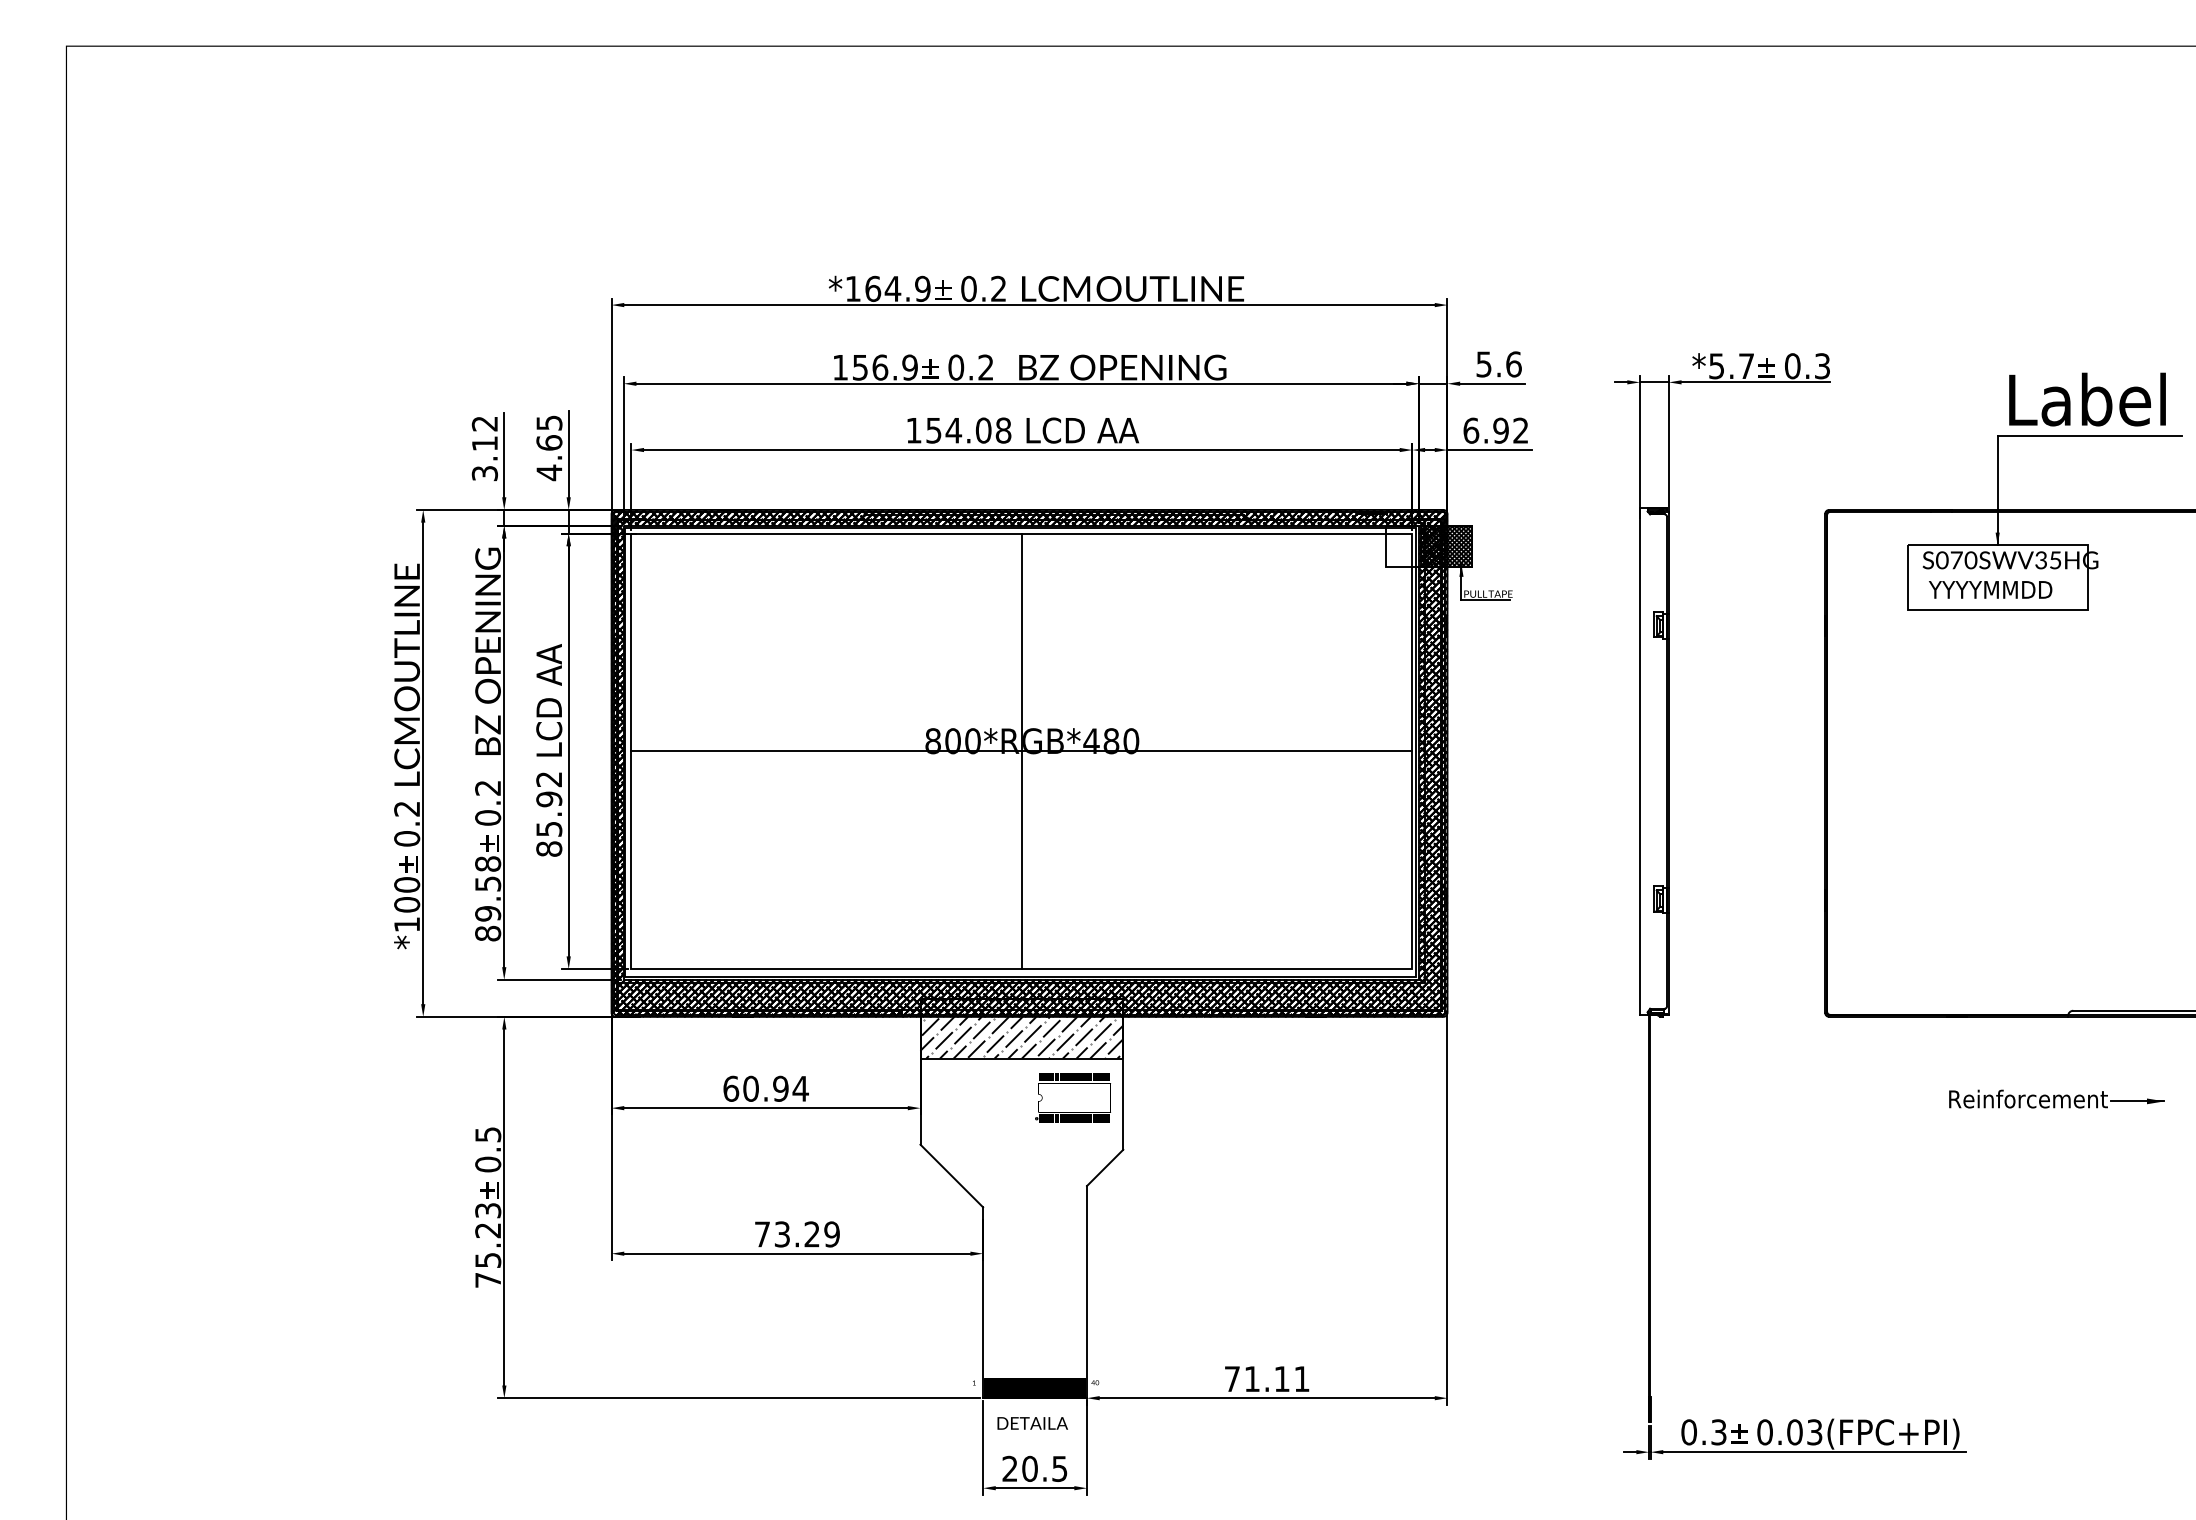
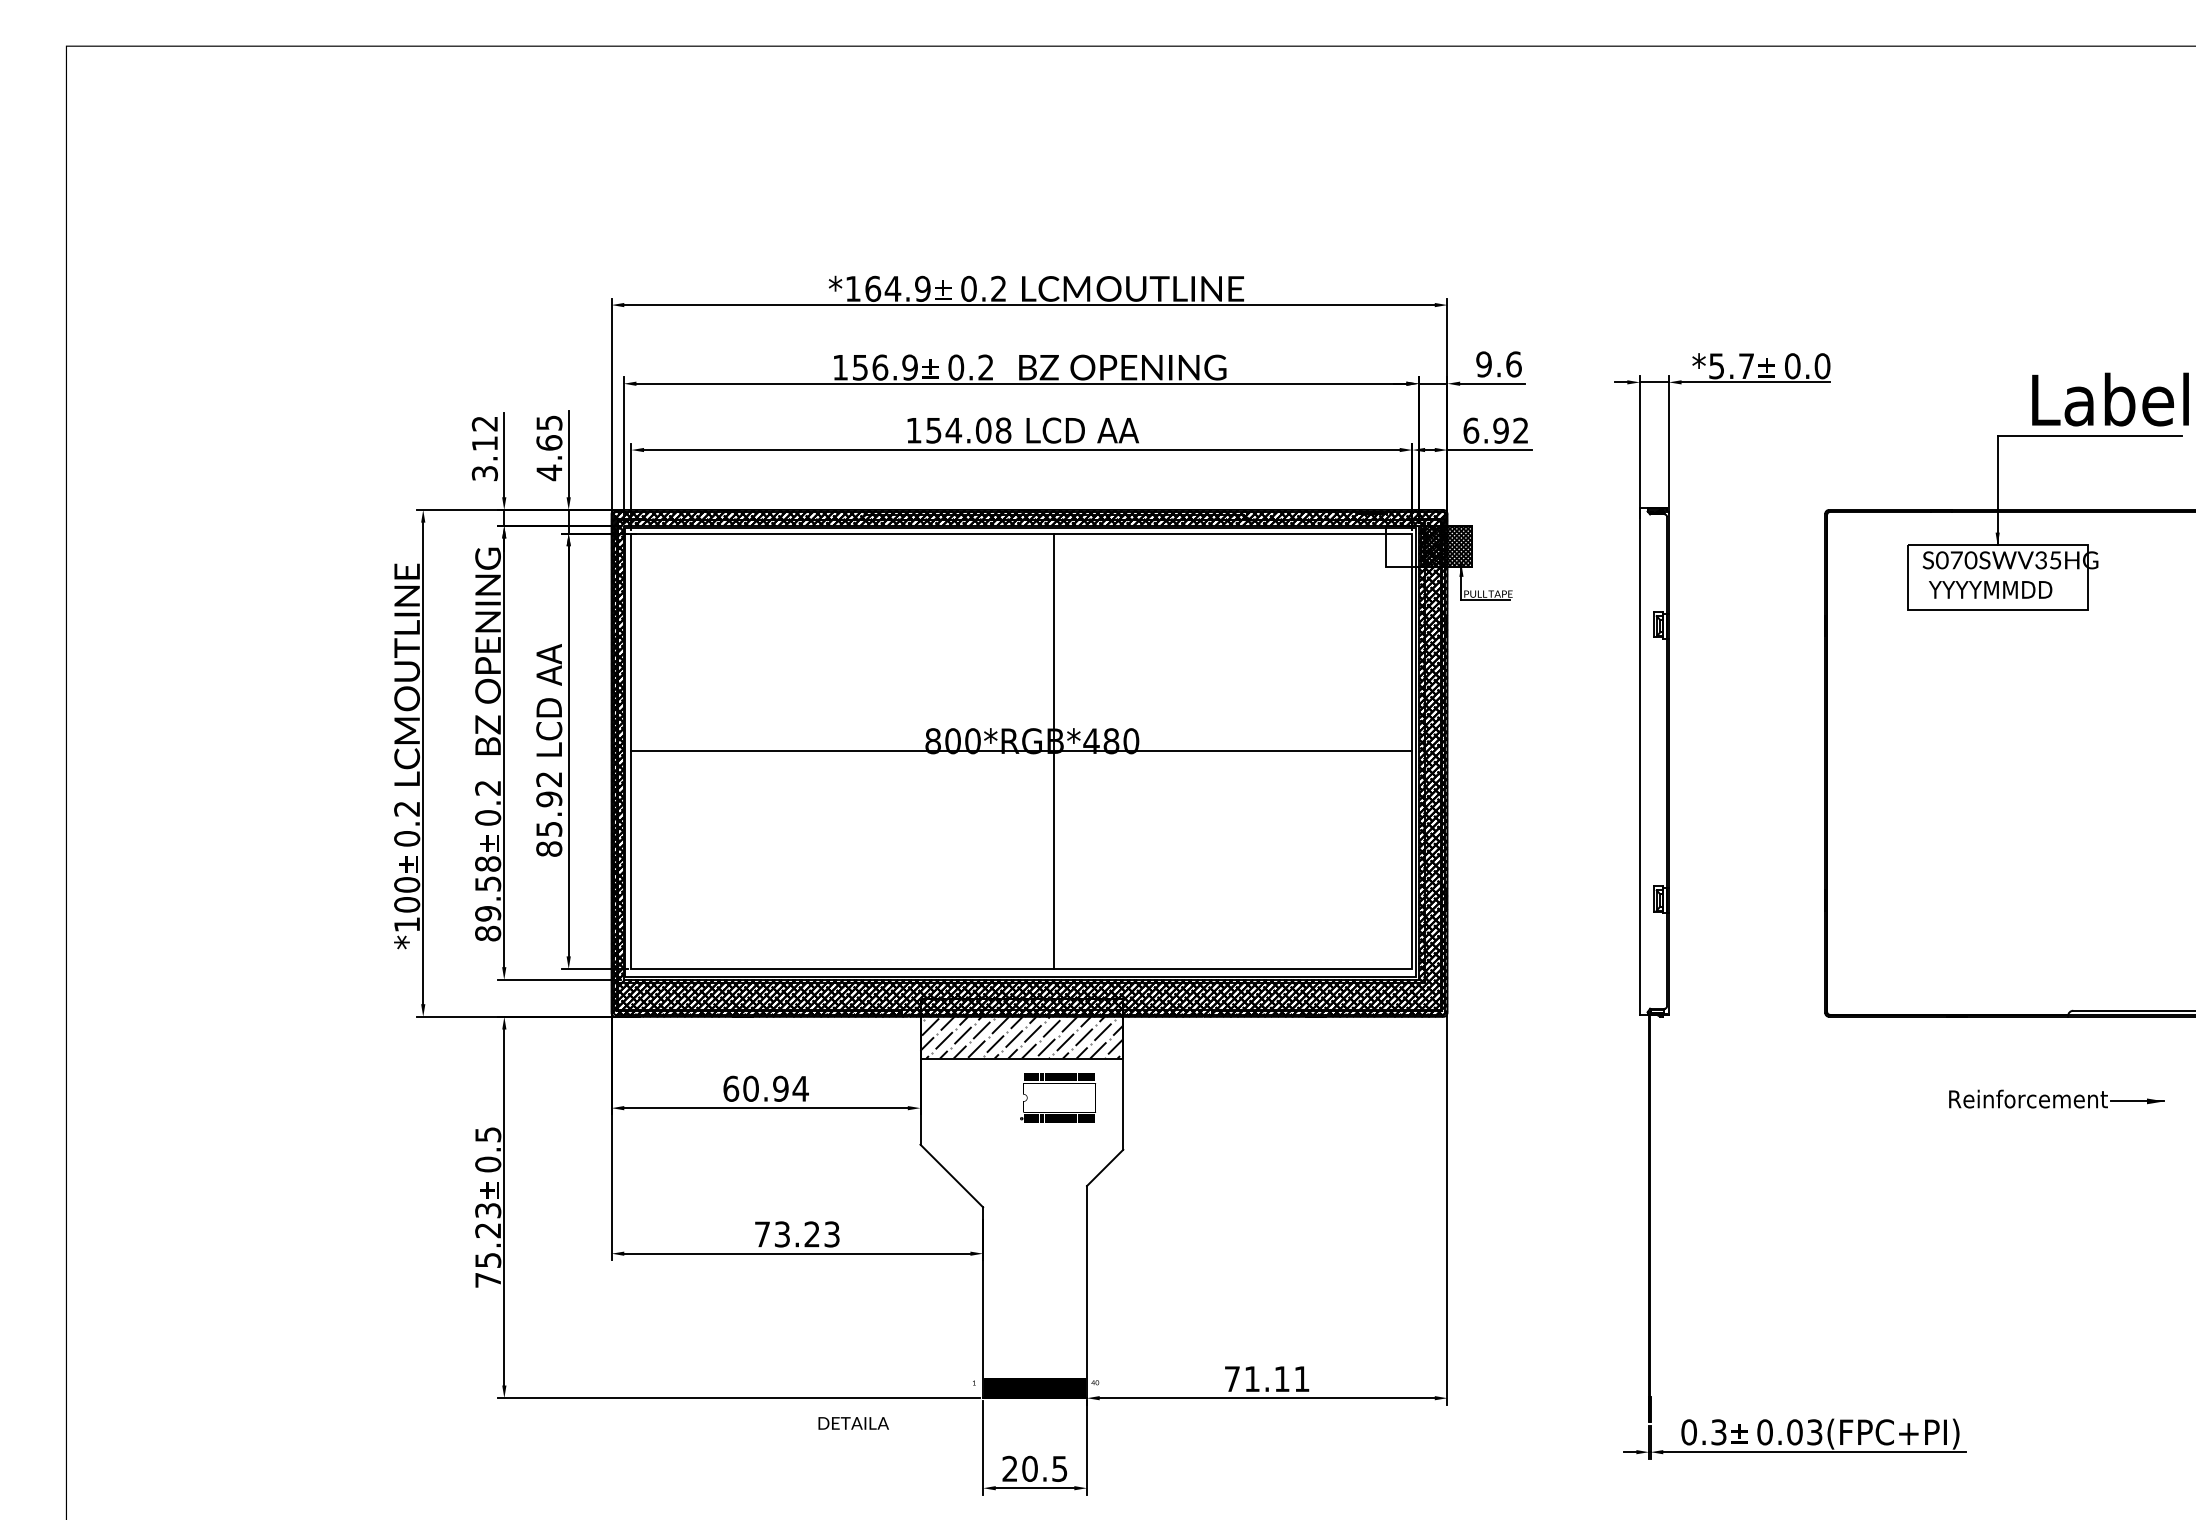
text at (1483, 364): 5.6 -> 9.6
text at (1822, 366): 0.3 -> 0.0
text at (2087, 399) position: (2087, 399) -> (2110, 399)
line at (1021, 751) position: (1021, 751) -> (1053, 751)
part at (1072, 1097) position: (1072, 1097) -> (1057, 1097)
text at (831, 1234): 73.29 -> 73.23
text at (1032, 1423) position: (1032, 1423) -> (853, 1423)
